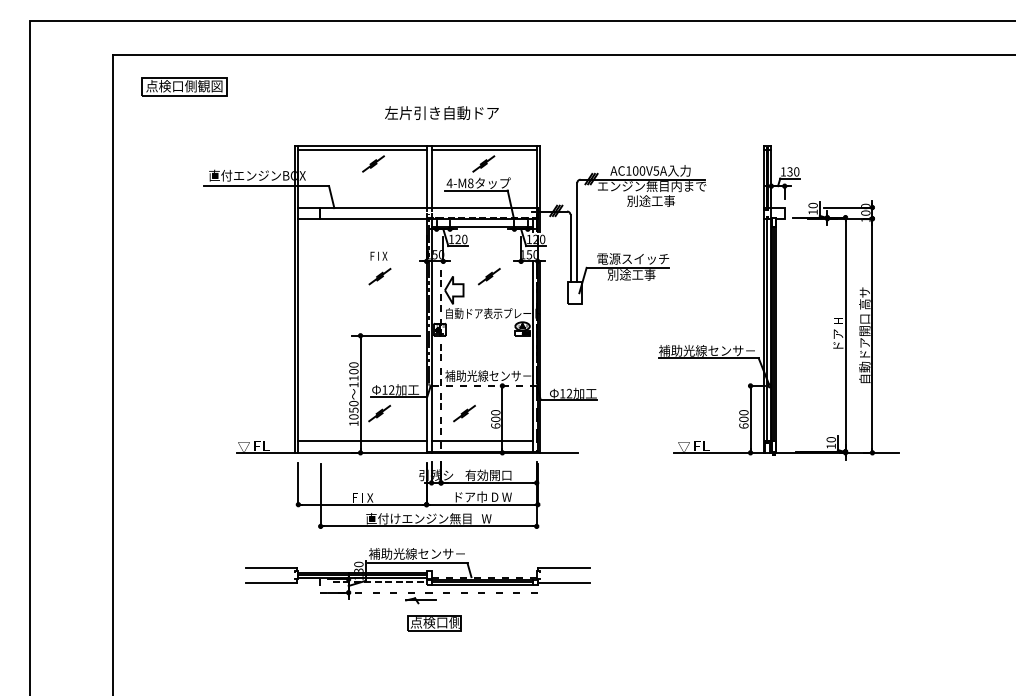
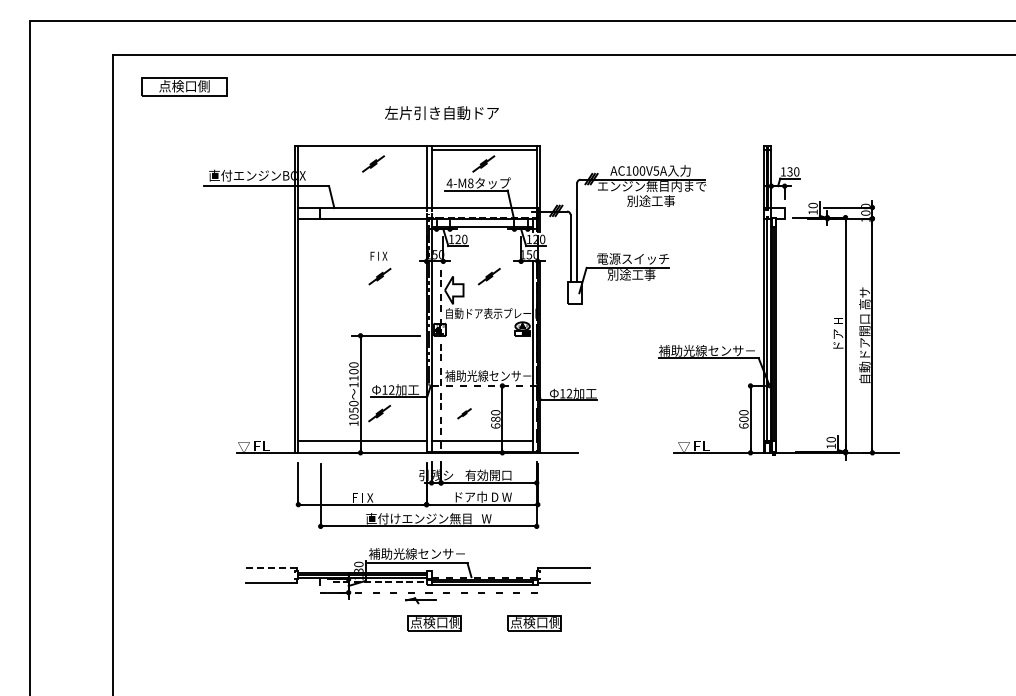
text at (184, 86): 点検口側観図 -> 点検口側
line at (362, 149): present -> none
part at (464, 413) size: 23x18 px -> 15x12 px
text at (496, 419): 600 -> 680
line at (271, 567): solid -> dashed
part at (534, 623): none -> present
